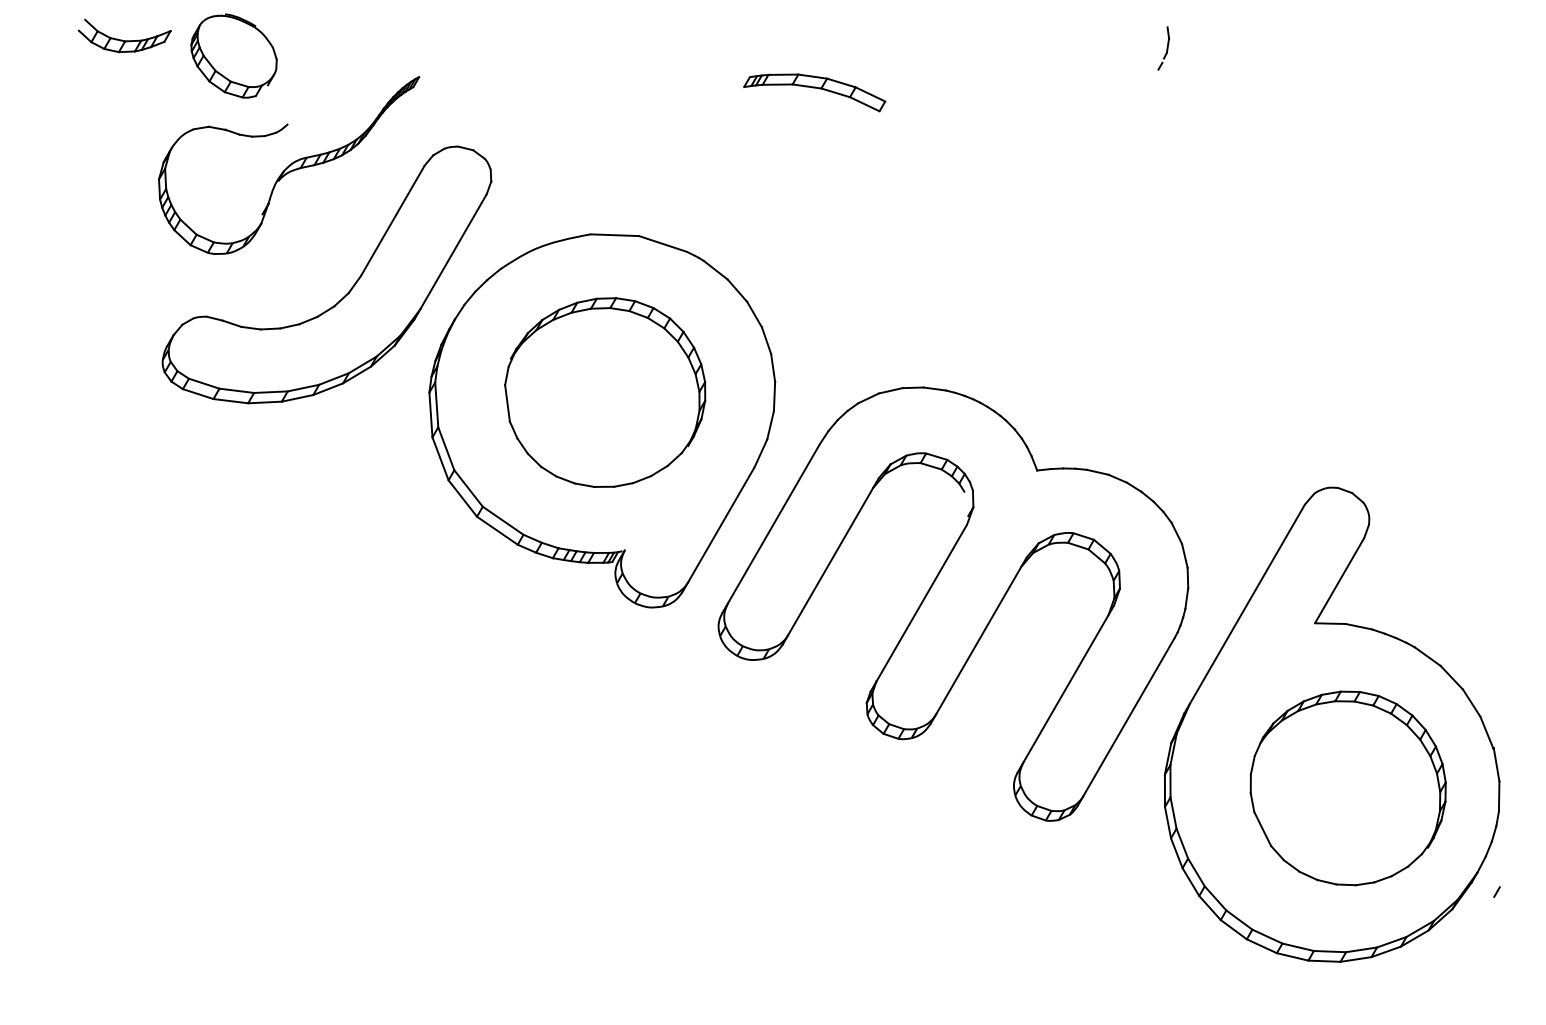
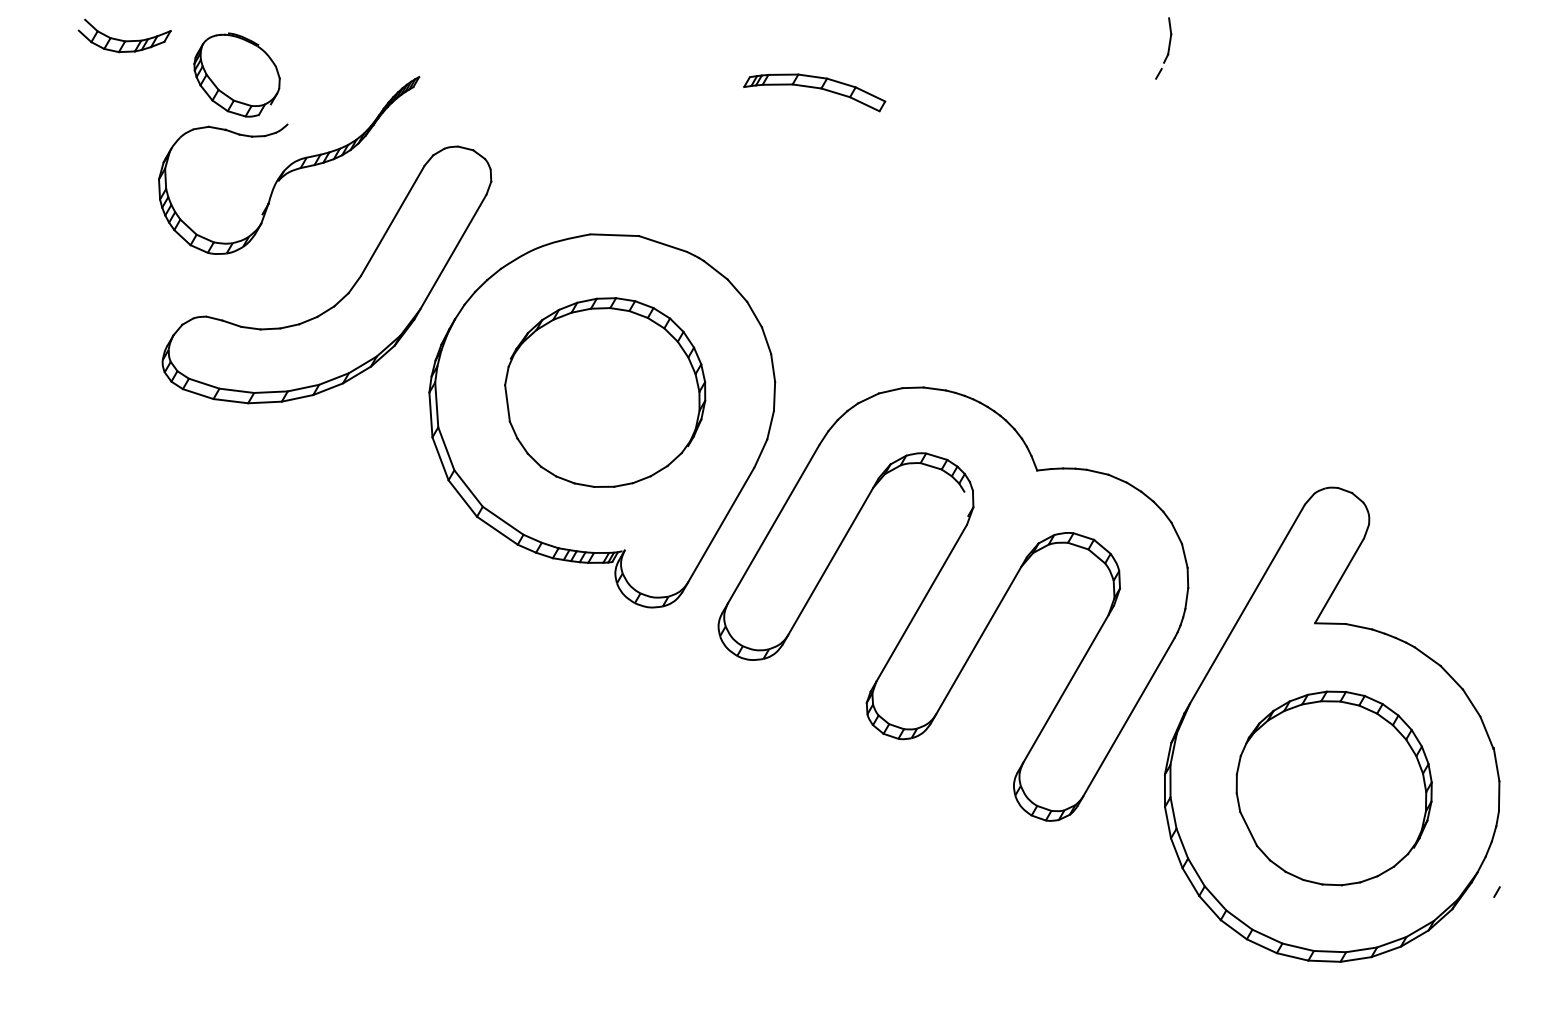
part at (1163, 48) size: 13x45 px -> 18x63 px
part at (233, 55) position: (233, 55) -> (236, 74)
part at (1347, 788) position: (1347, 788) -> (1333, 788)
